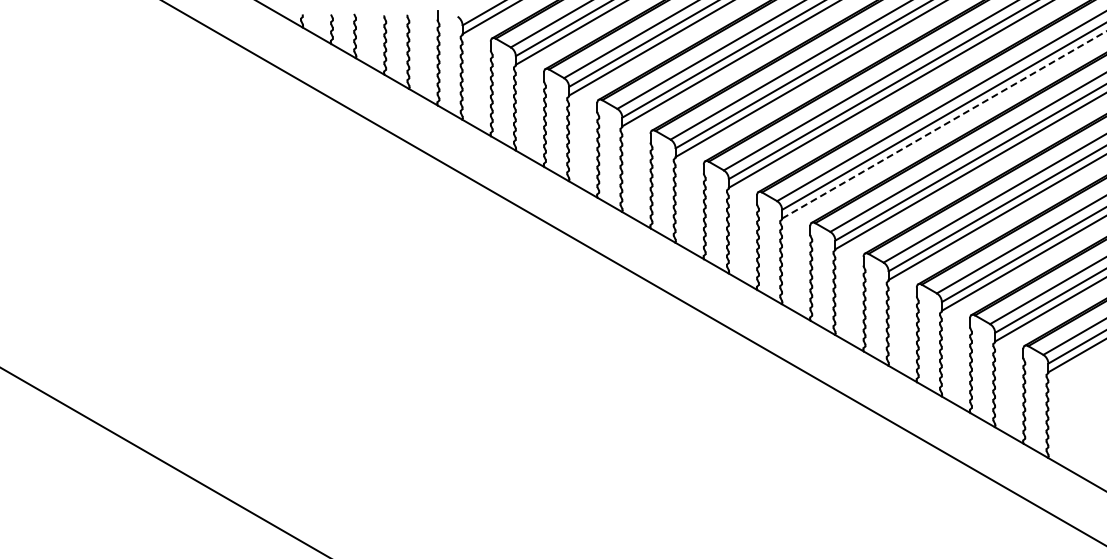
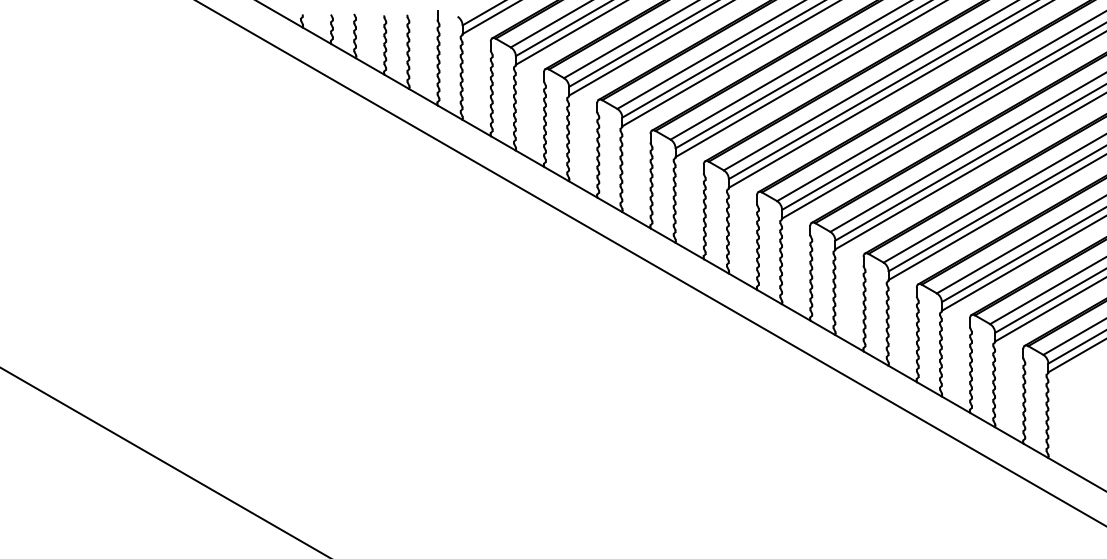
line at (944, 124): dashed -> solid
line at (633, 273) position: (633, 273) -> (650, 263)
